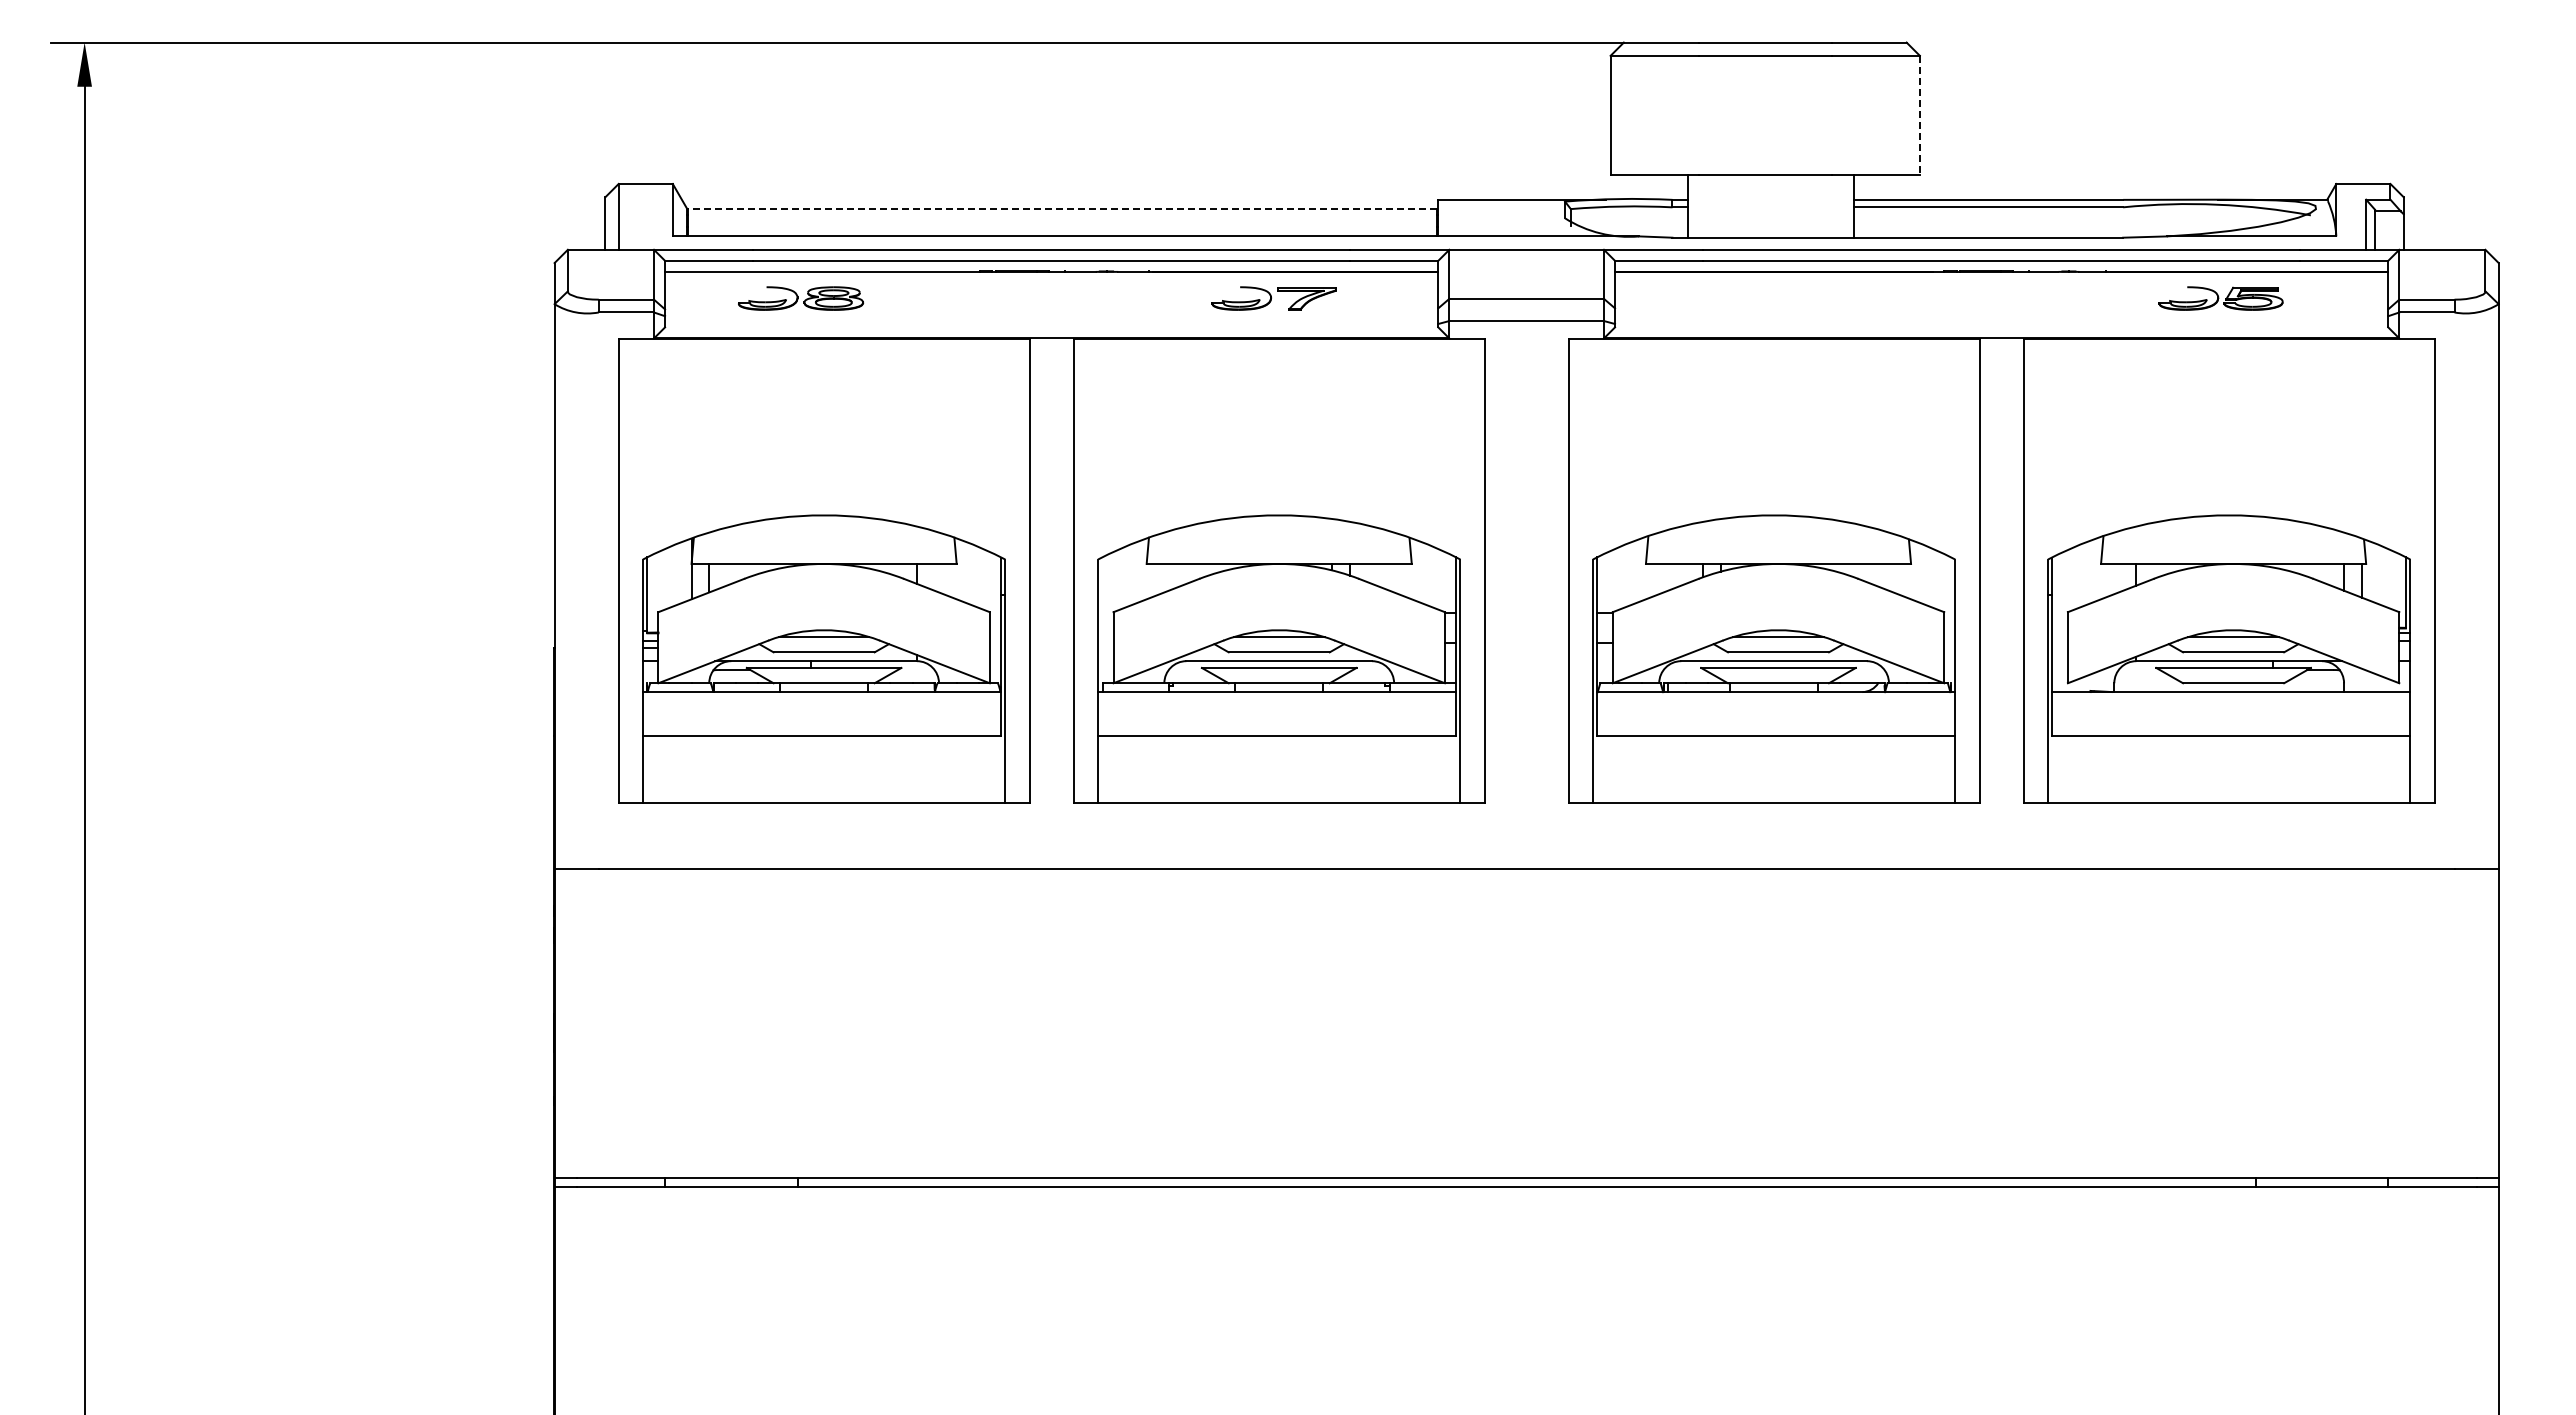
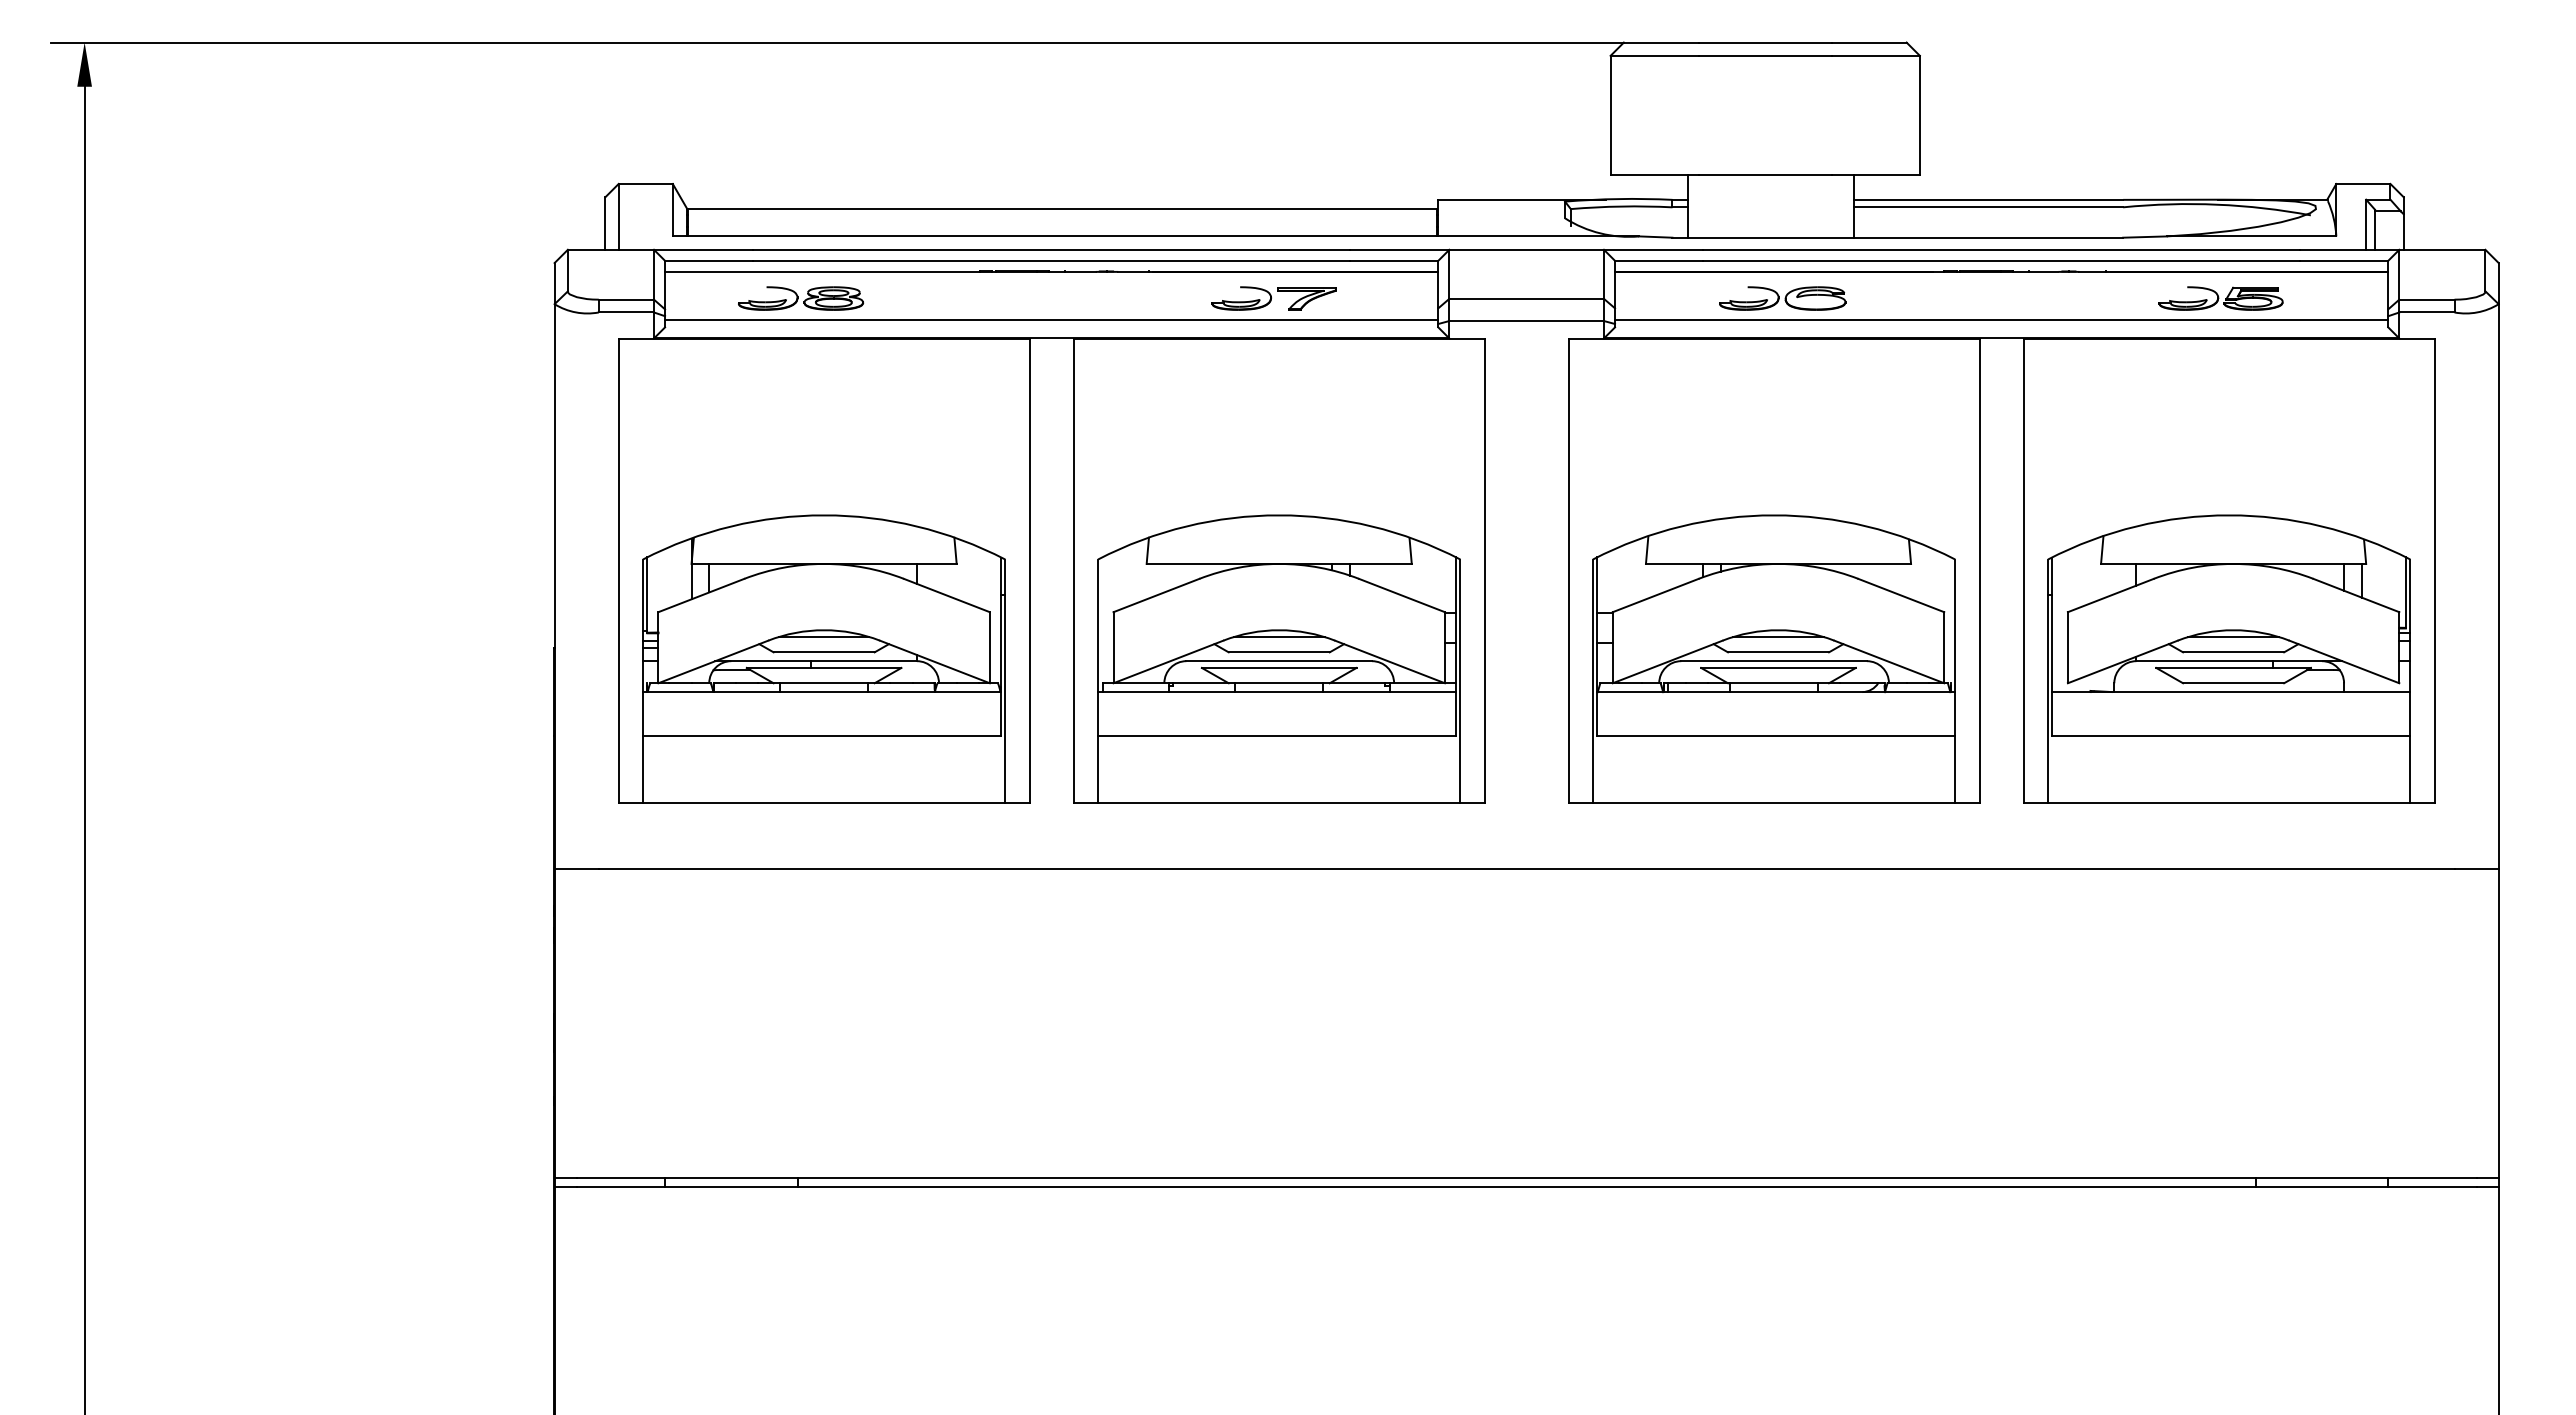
line at (1919, 115): dashed -> solid
line at (1062, 208): dashed -> solid
part at (1782, 298): none -> present
line at (1051, 320): none -> present
line at (2001, 320): none -> present
